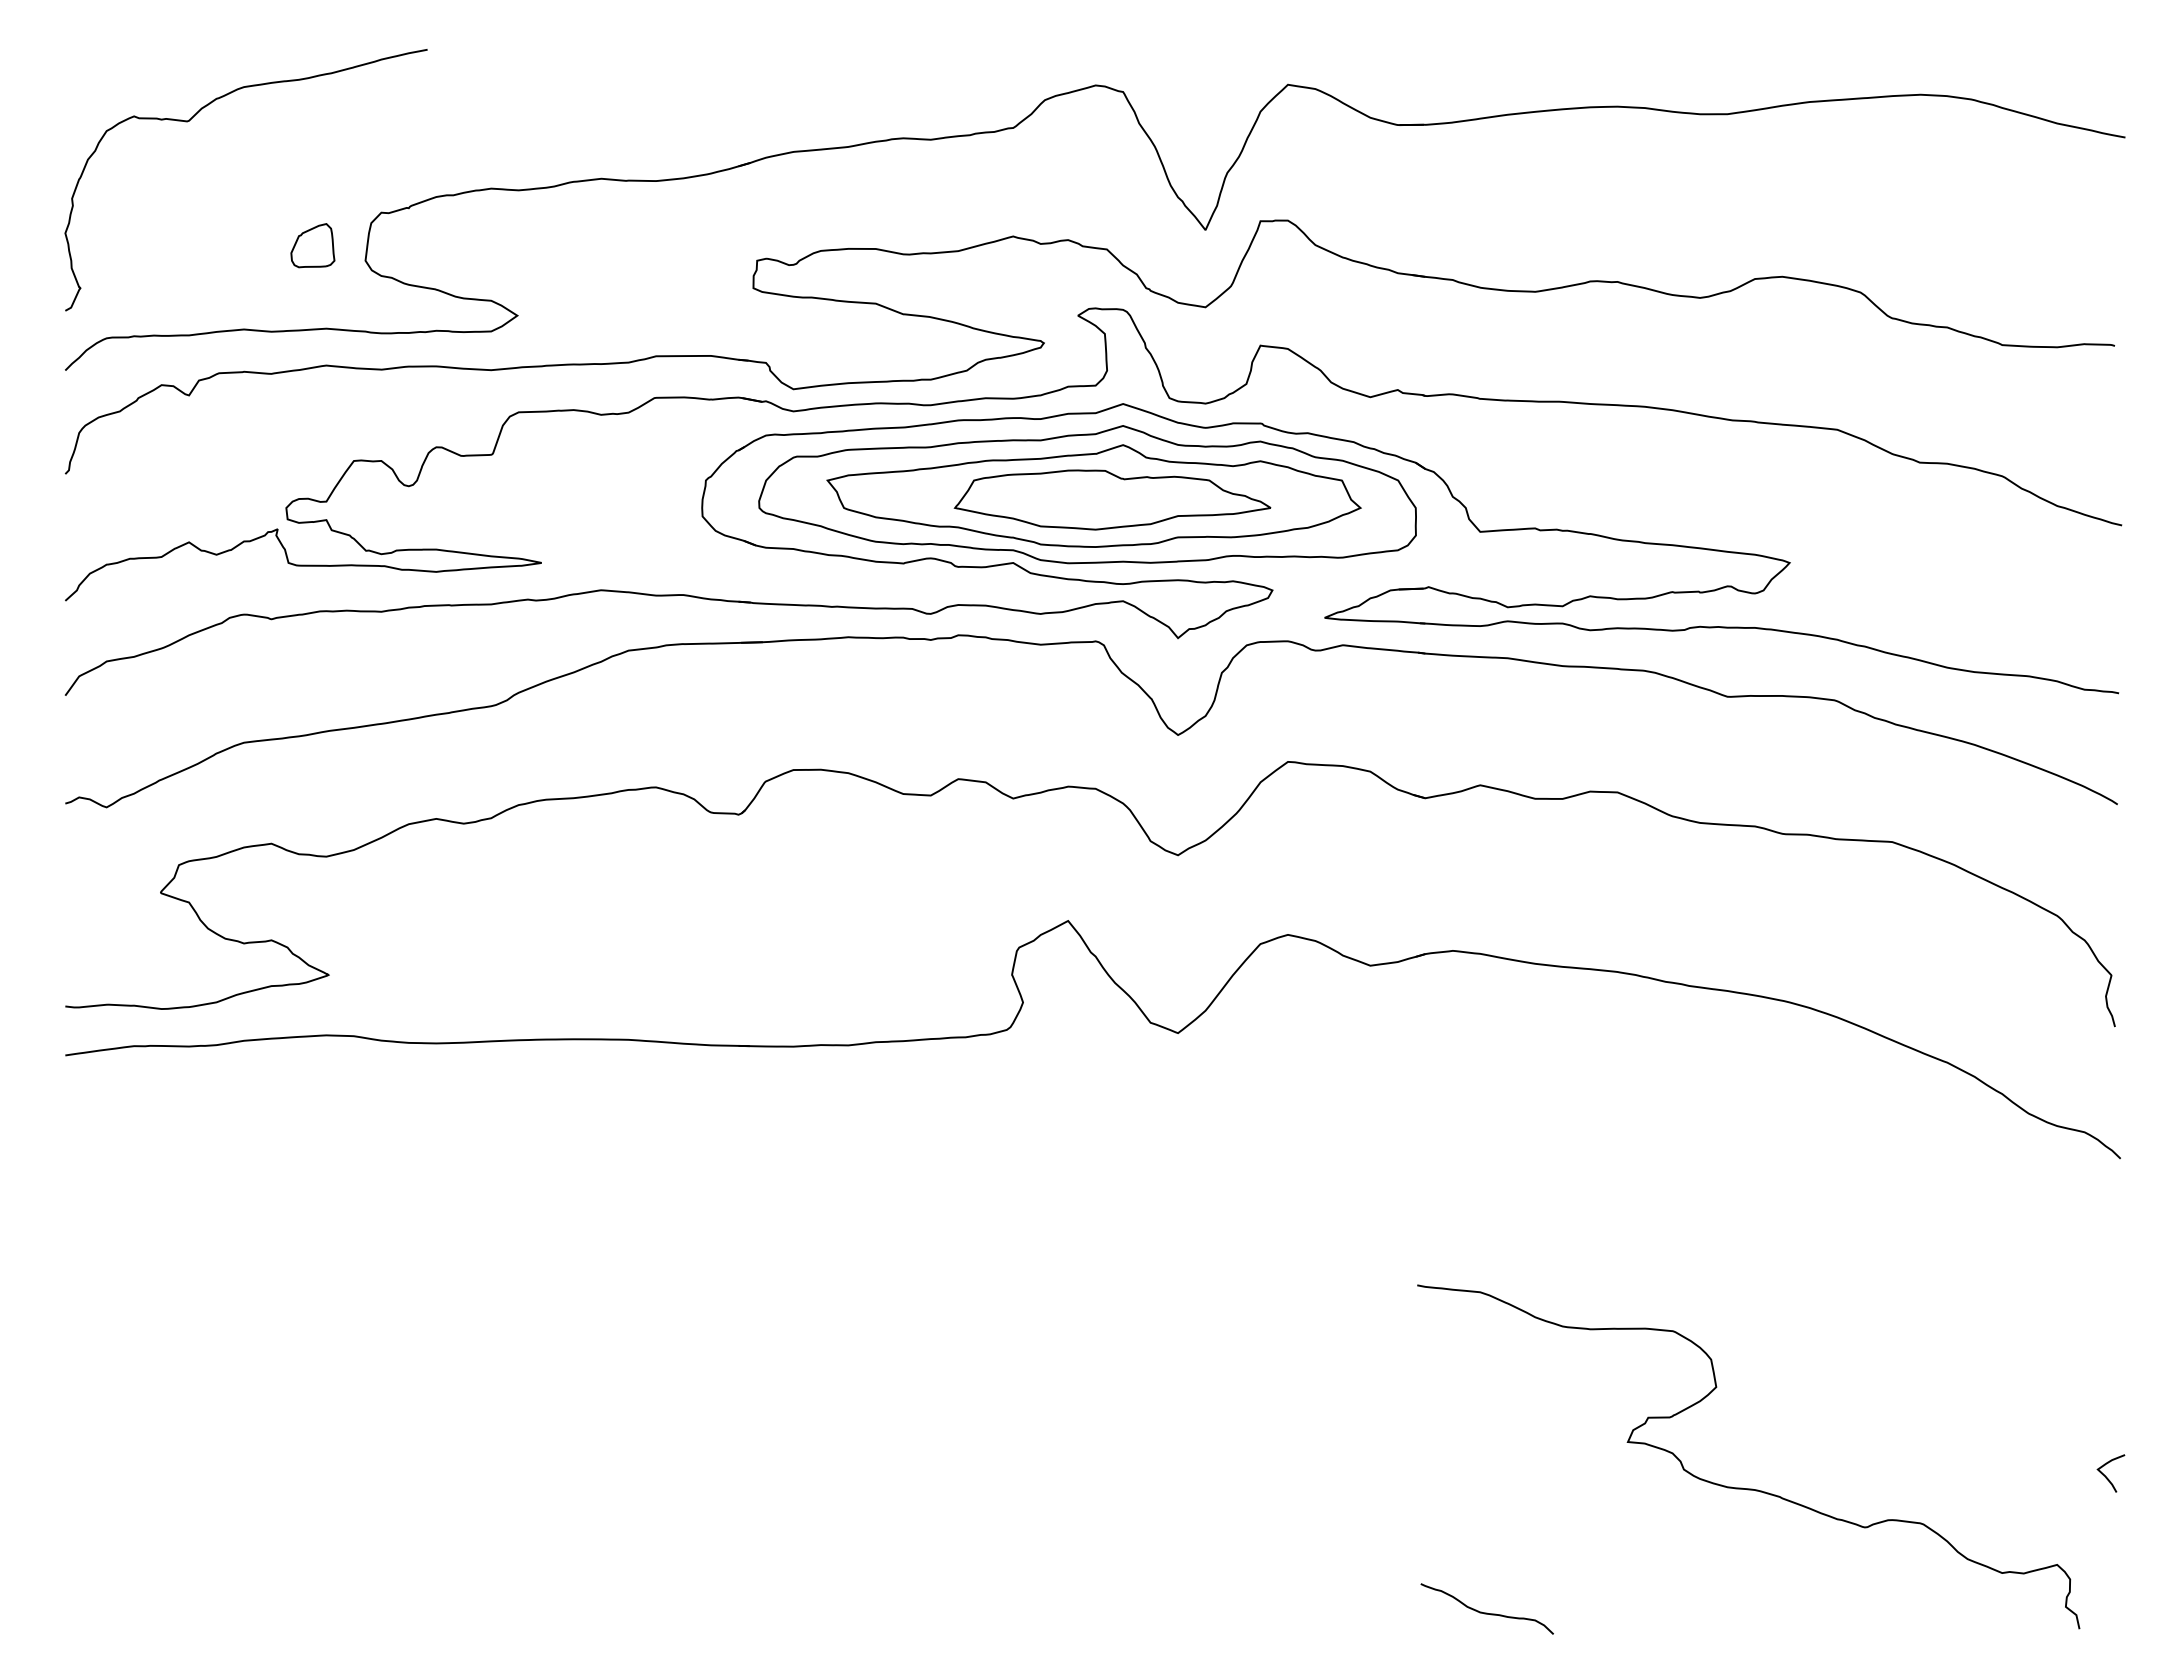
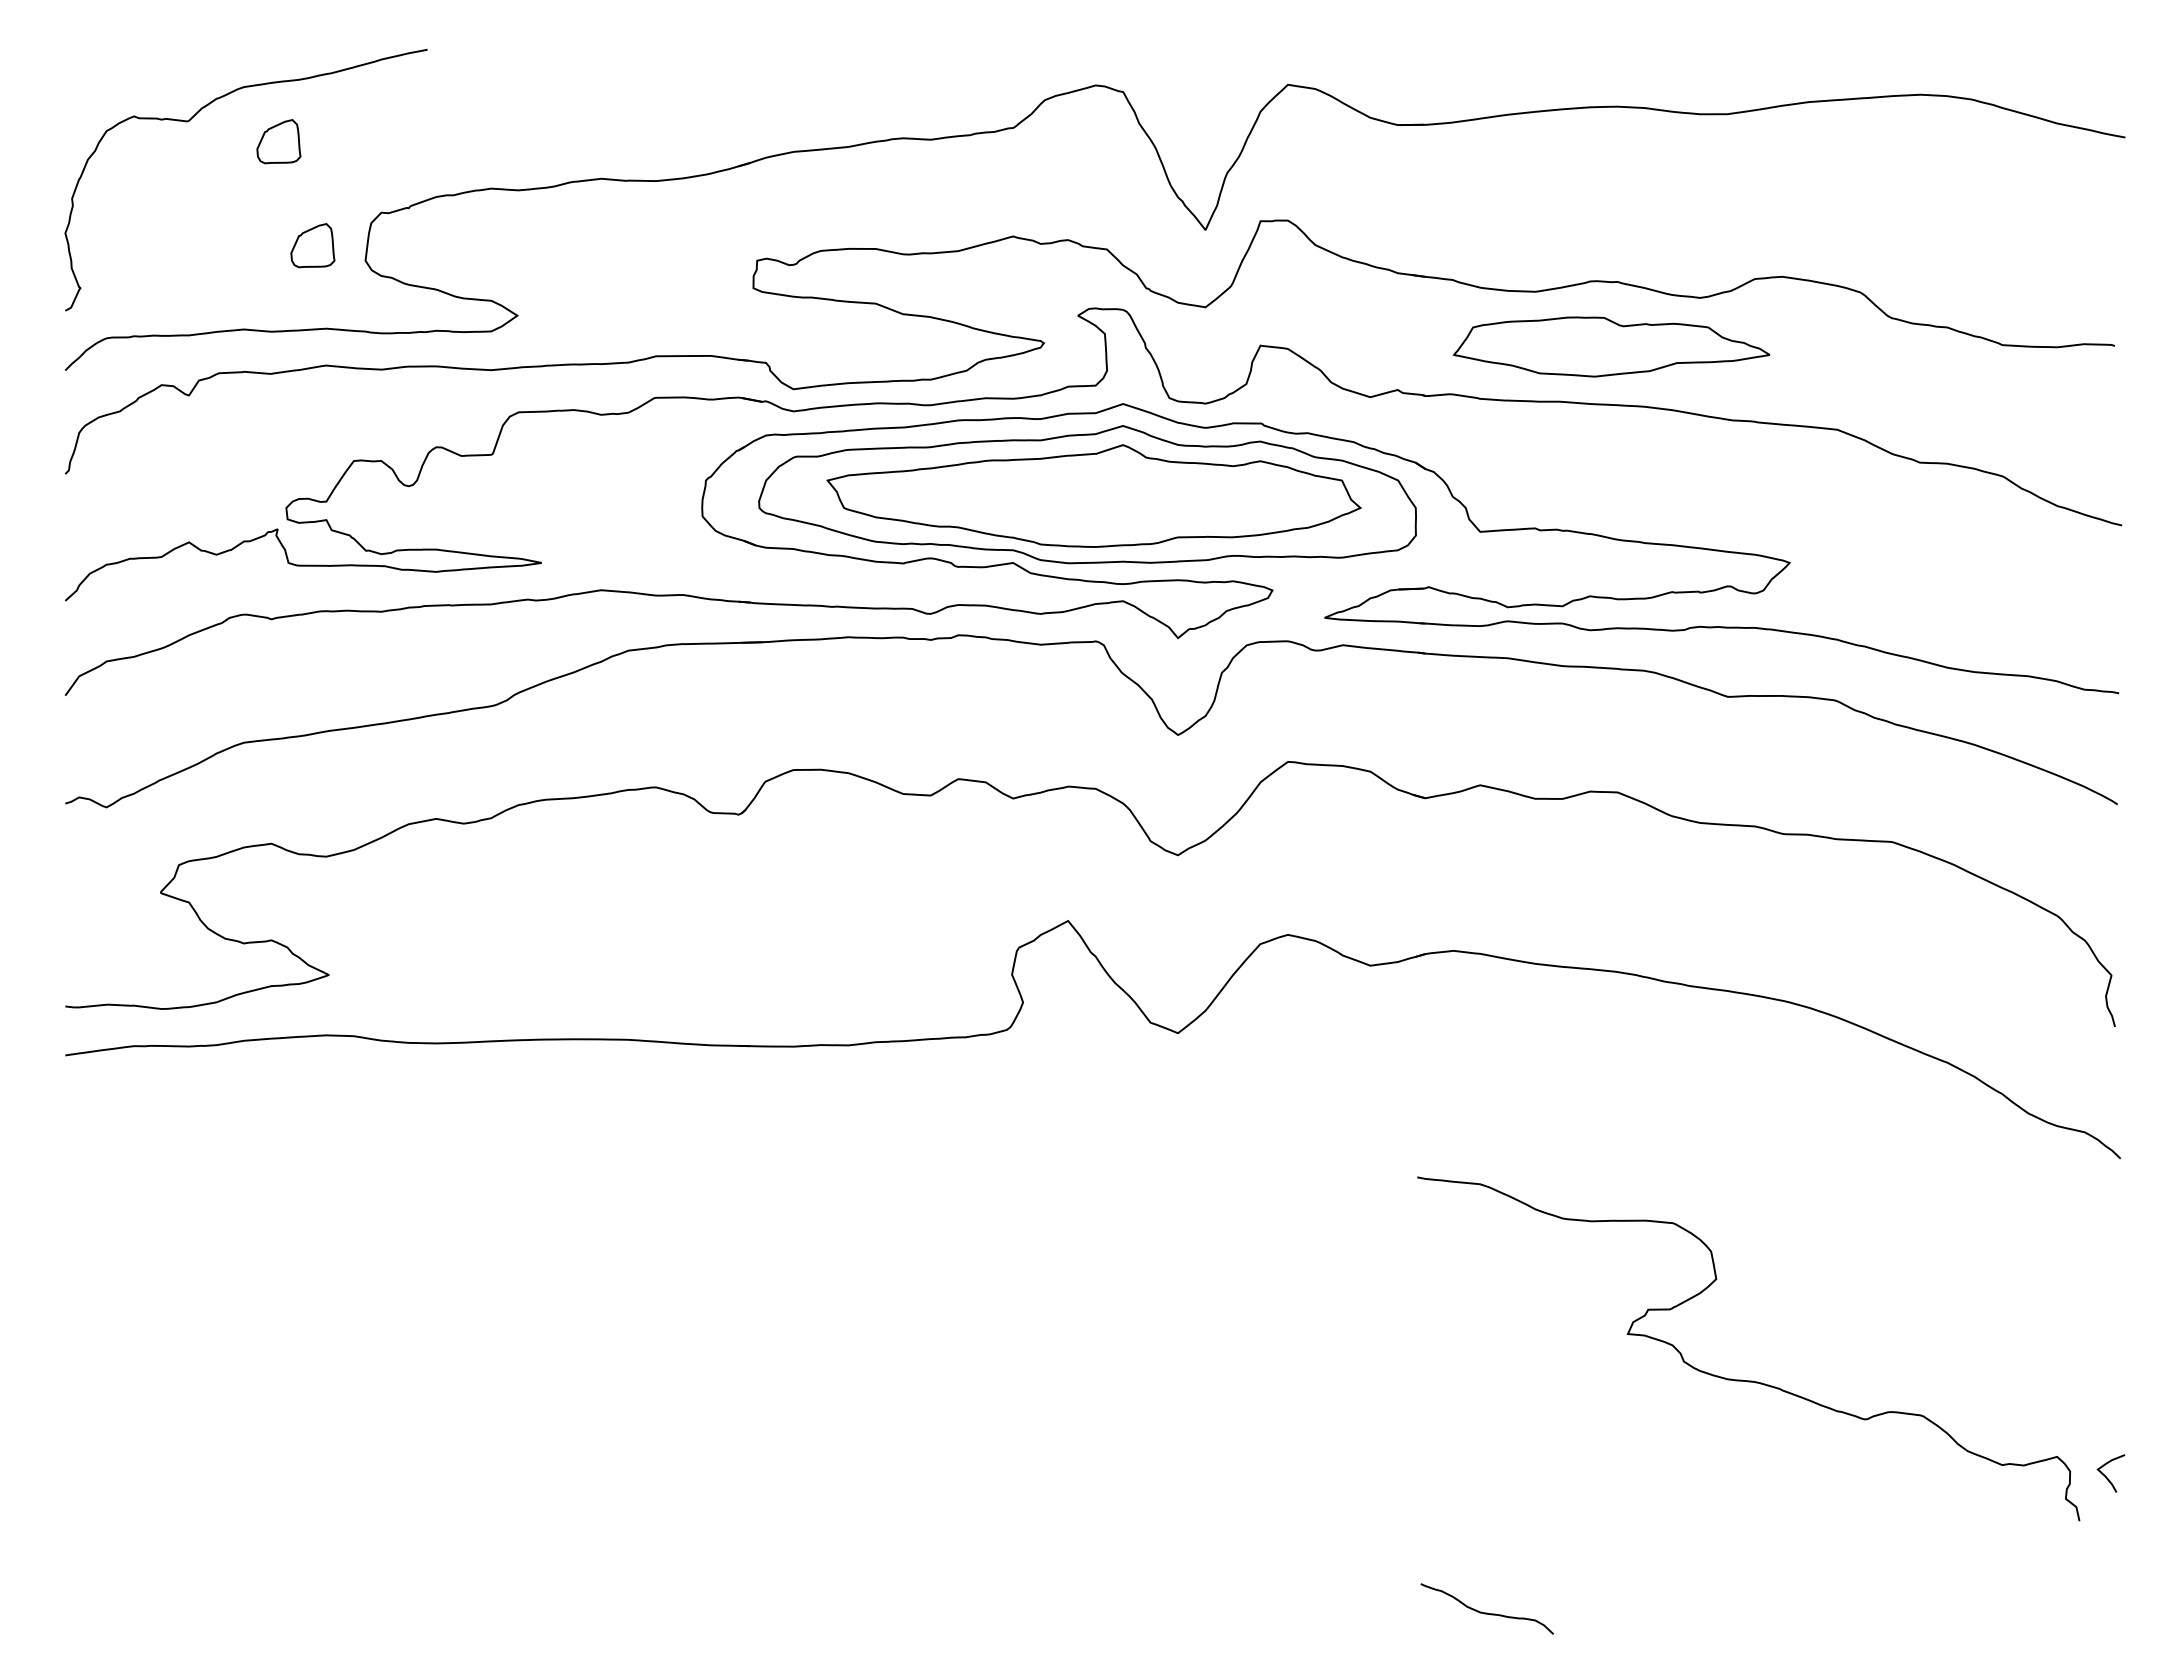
part at (278, 141): none -> present
part at (1112, 499) position: (1112, 499) -> (1611, 346)
curve at (1742, 1487) position: (1742, 1487) -> (1742, 1379)
